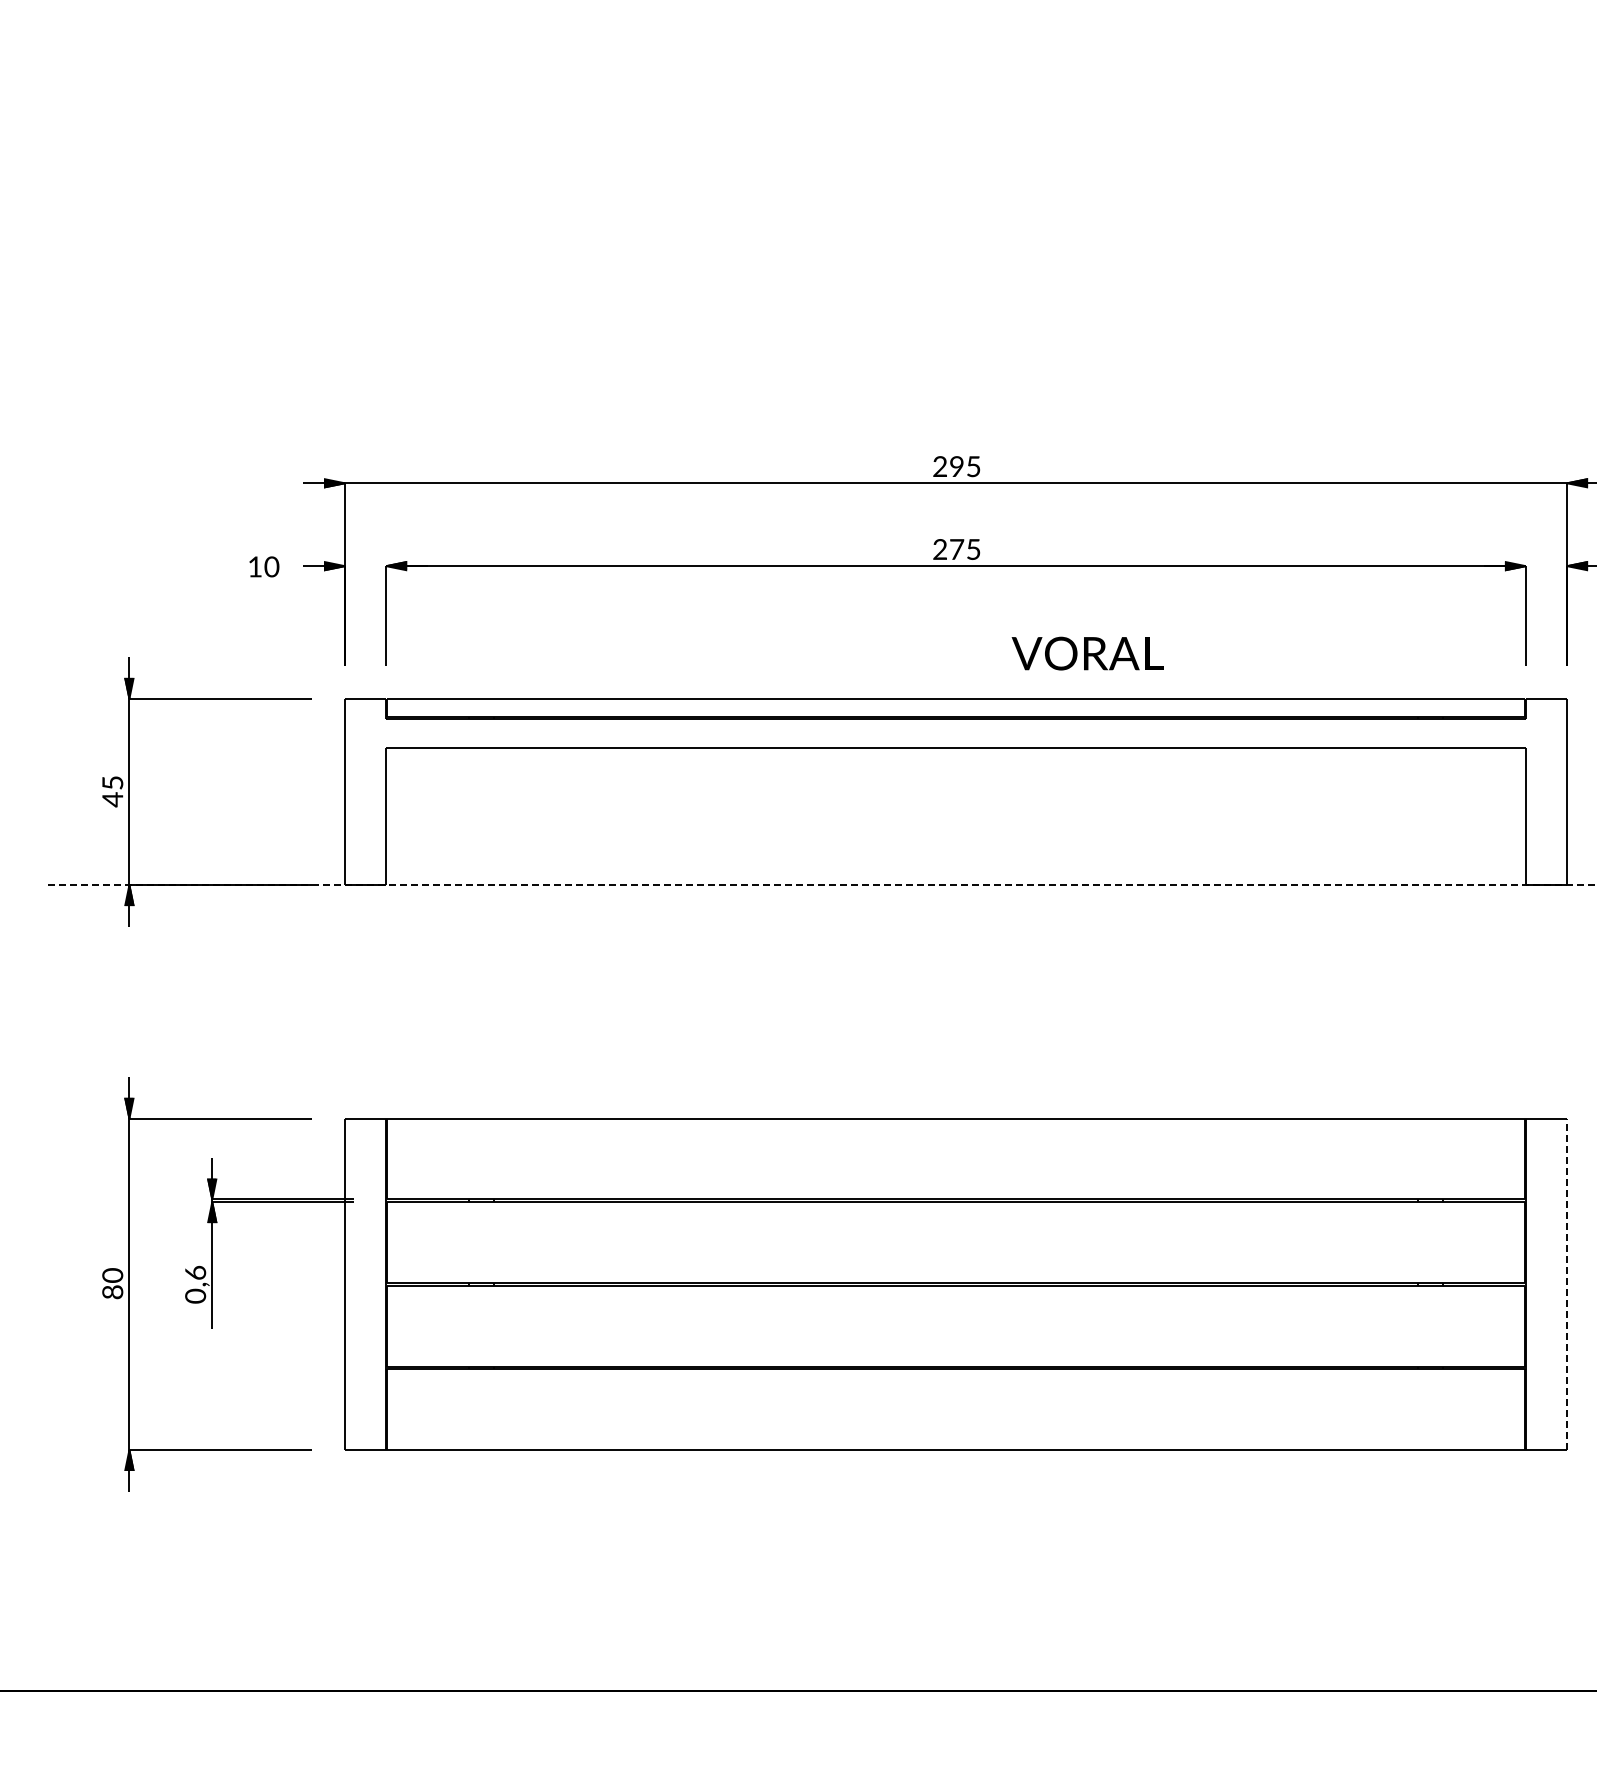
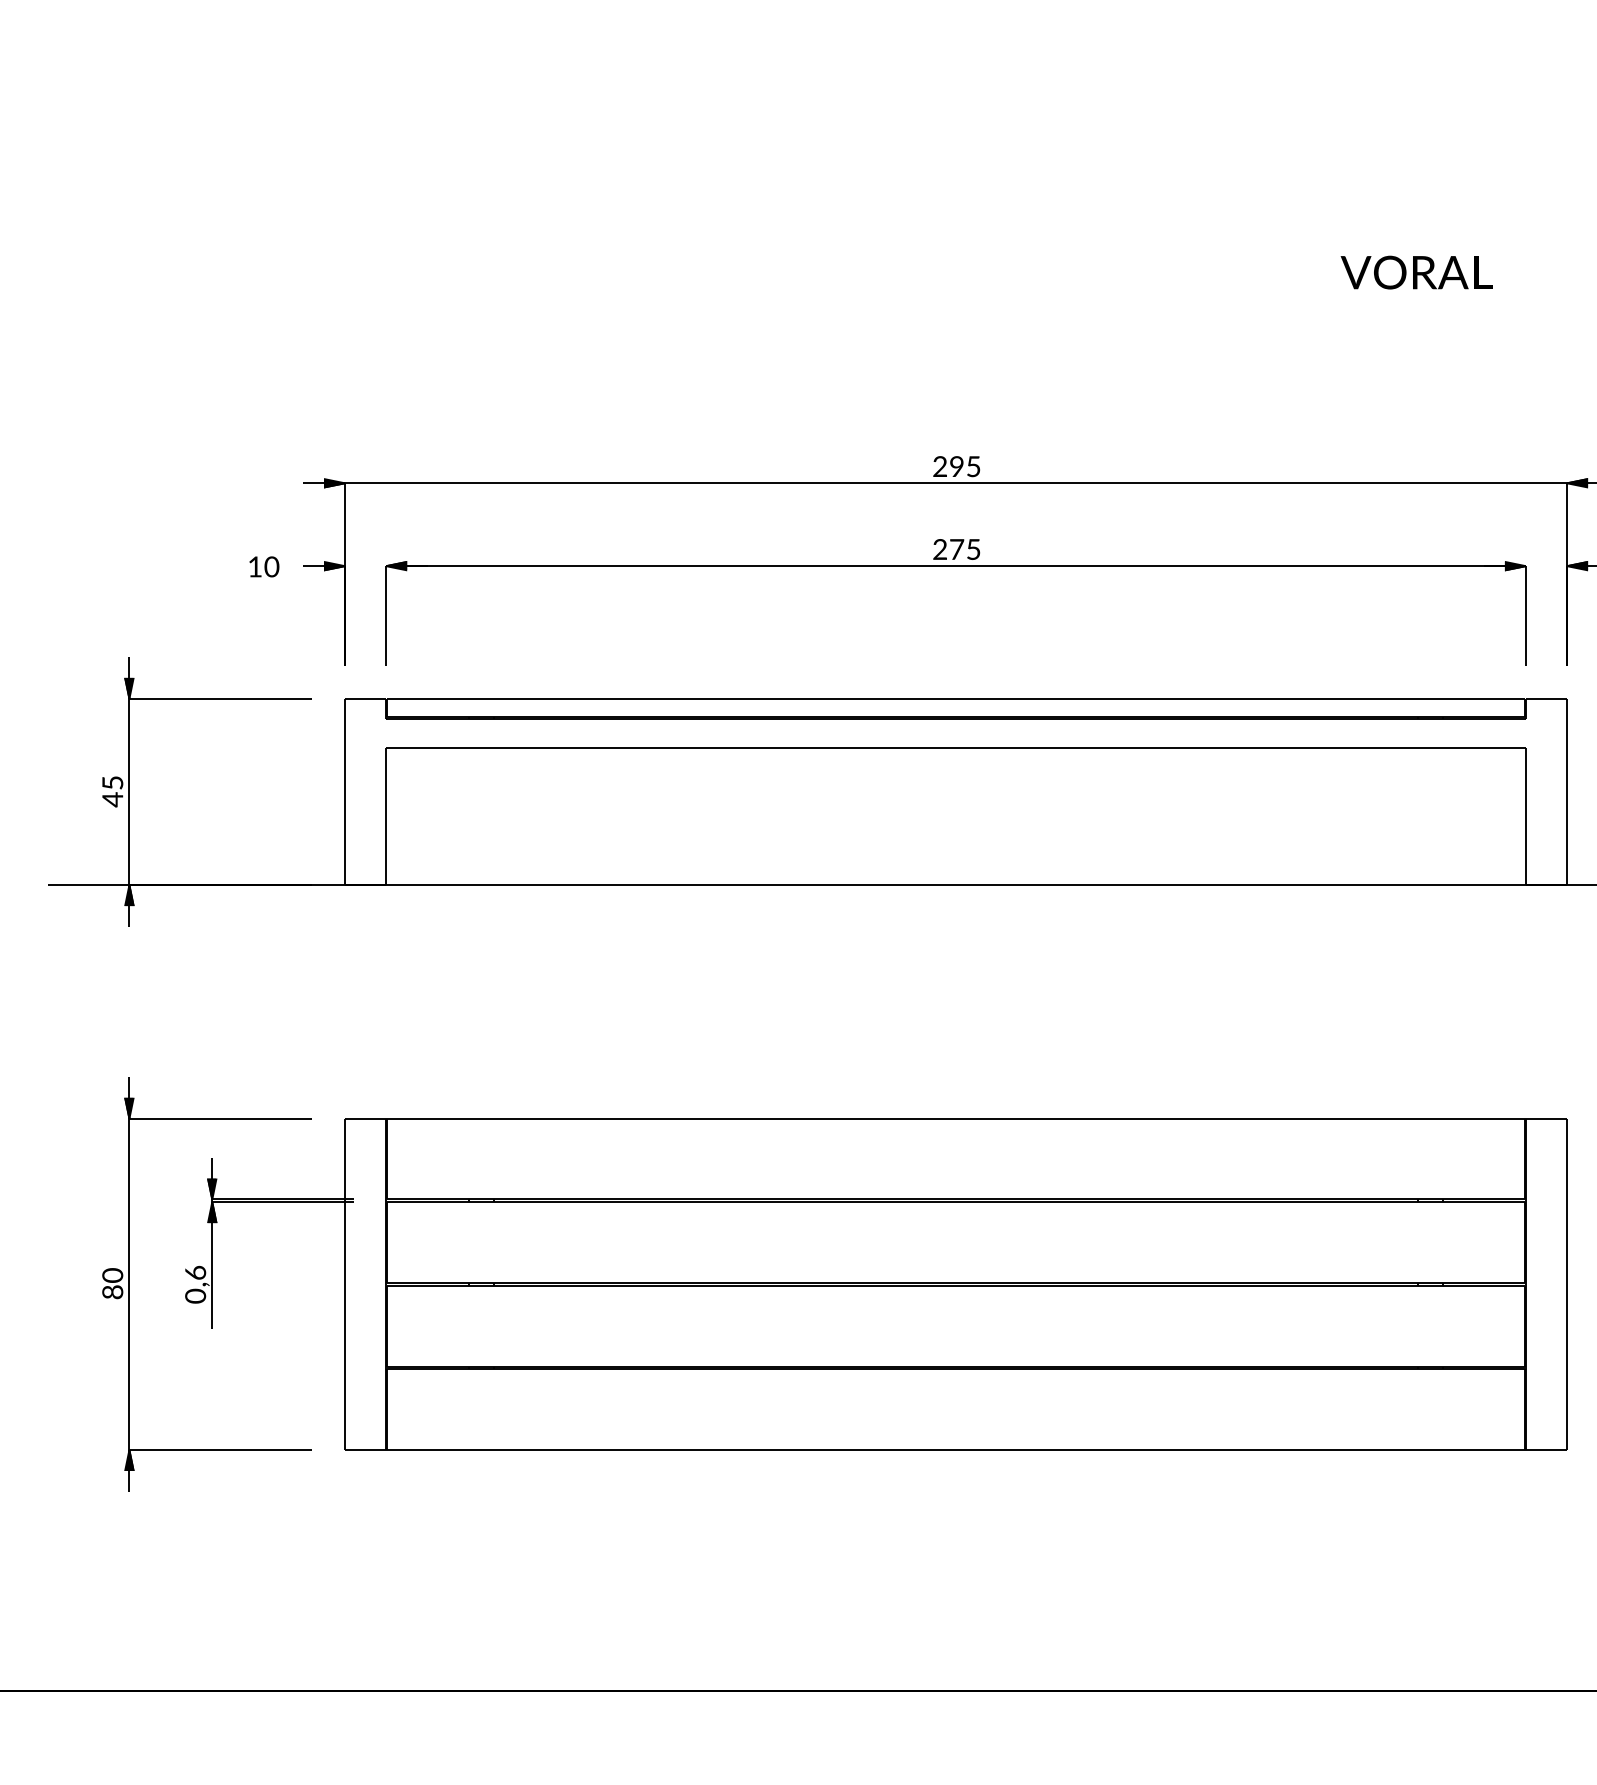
text at (1087, 653) position: (1087, 653) -> (1416, 272)
line at (822, 885): dashed -> solid
line at (1567, 1284): dashed -> solid
